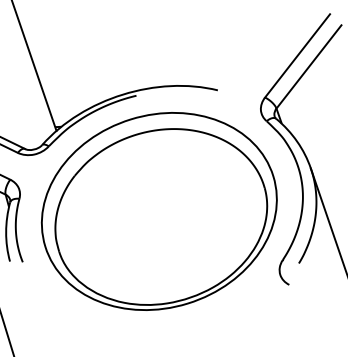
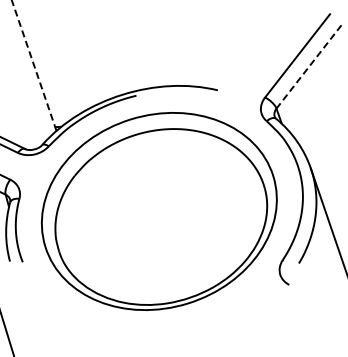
line at (34, 65): solid -> dashed
line at (308, 66): solid -> dashed
